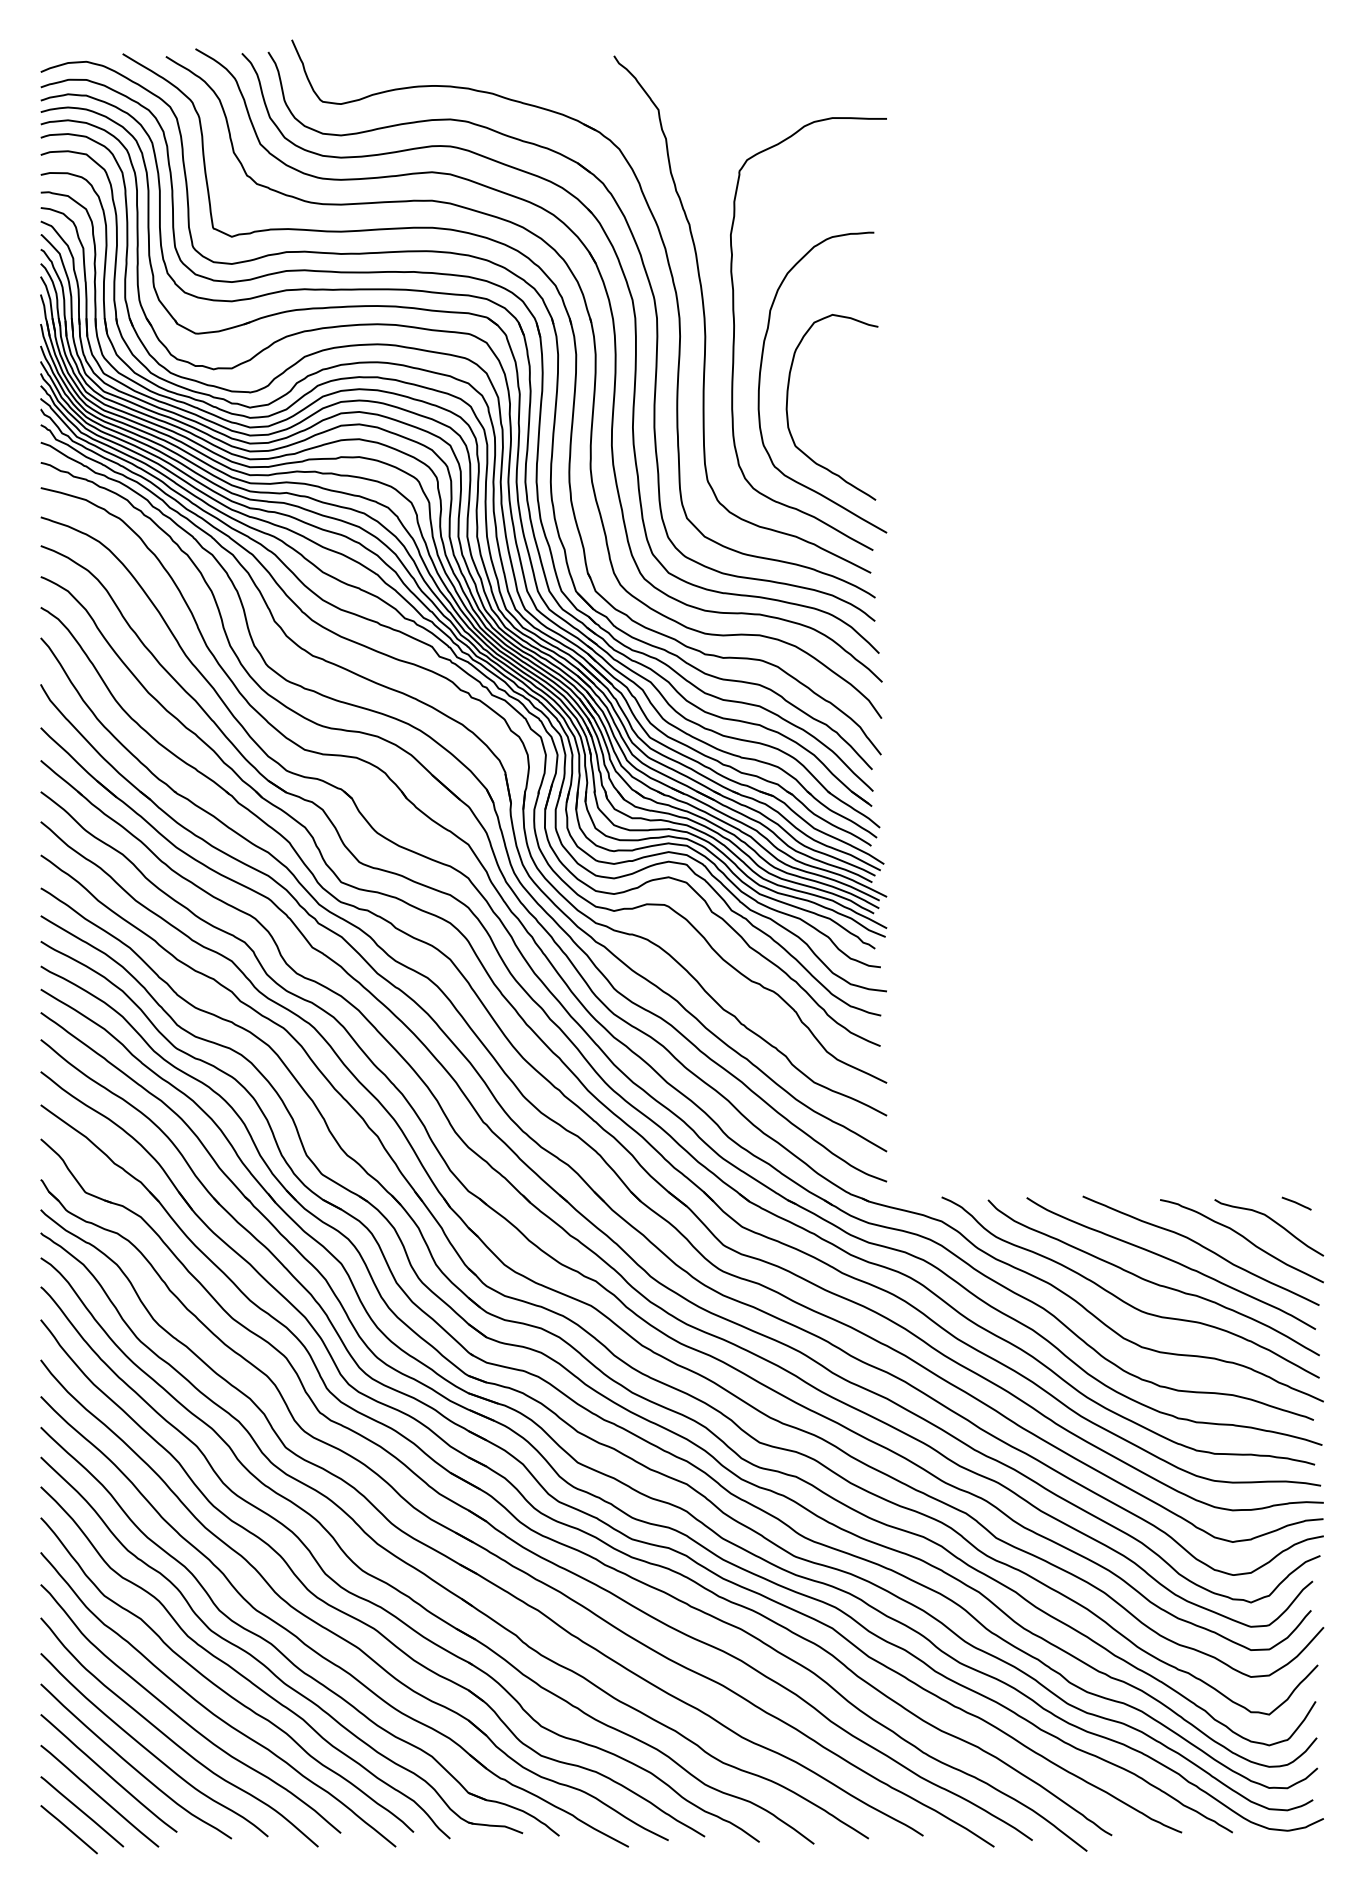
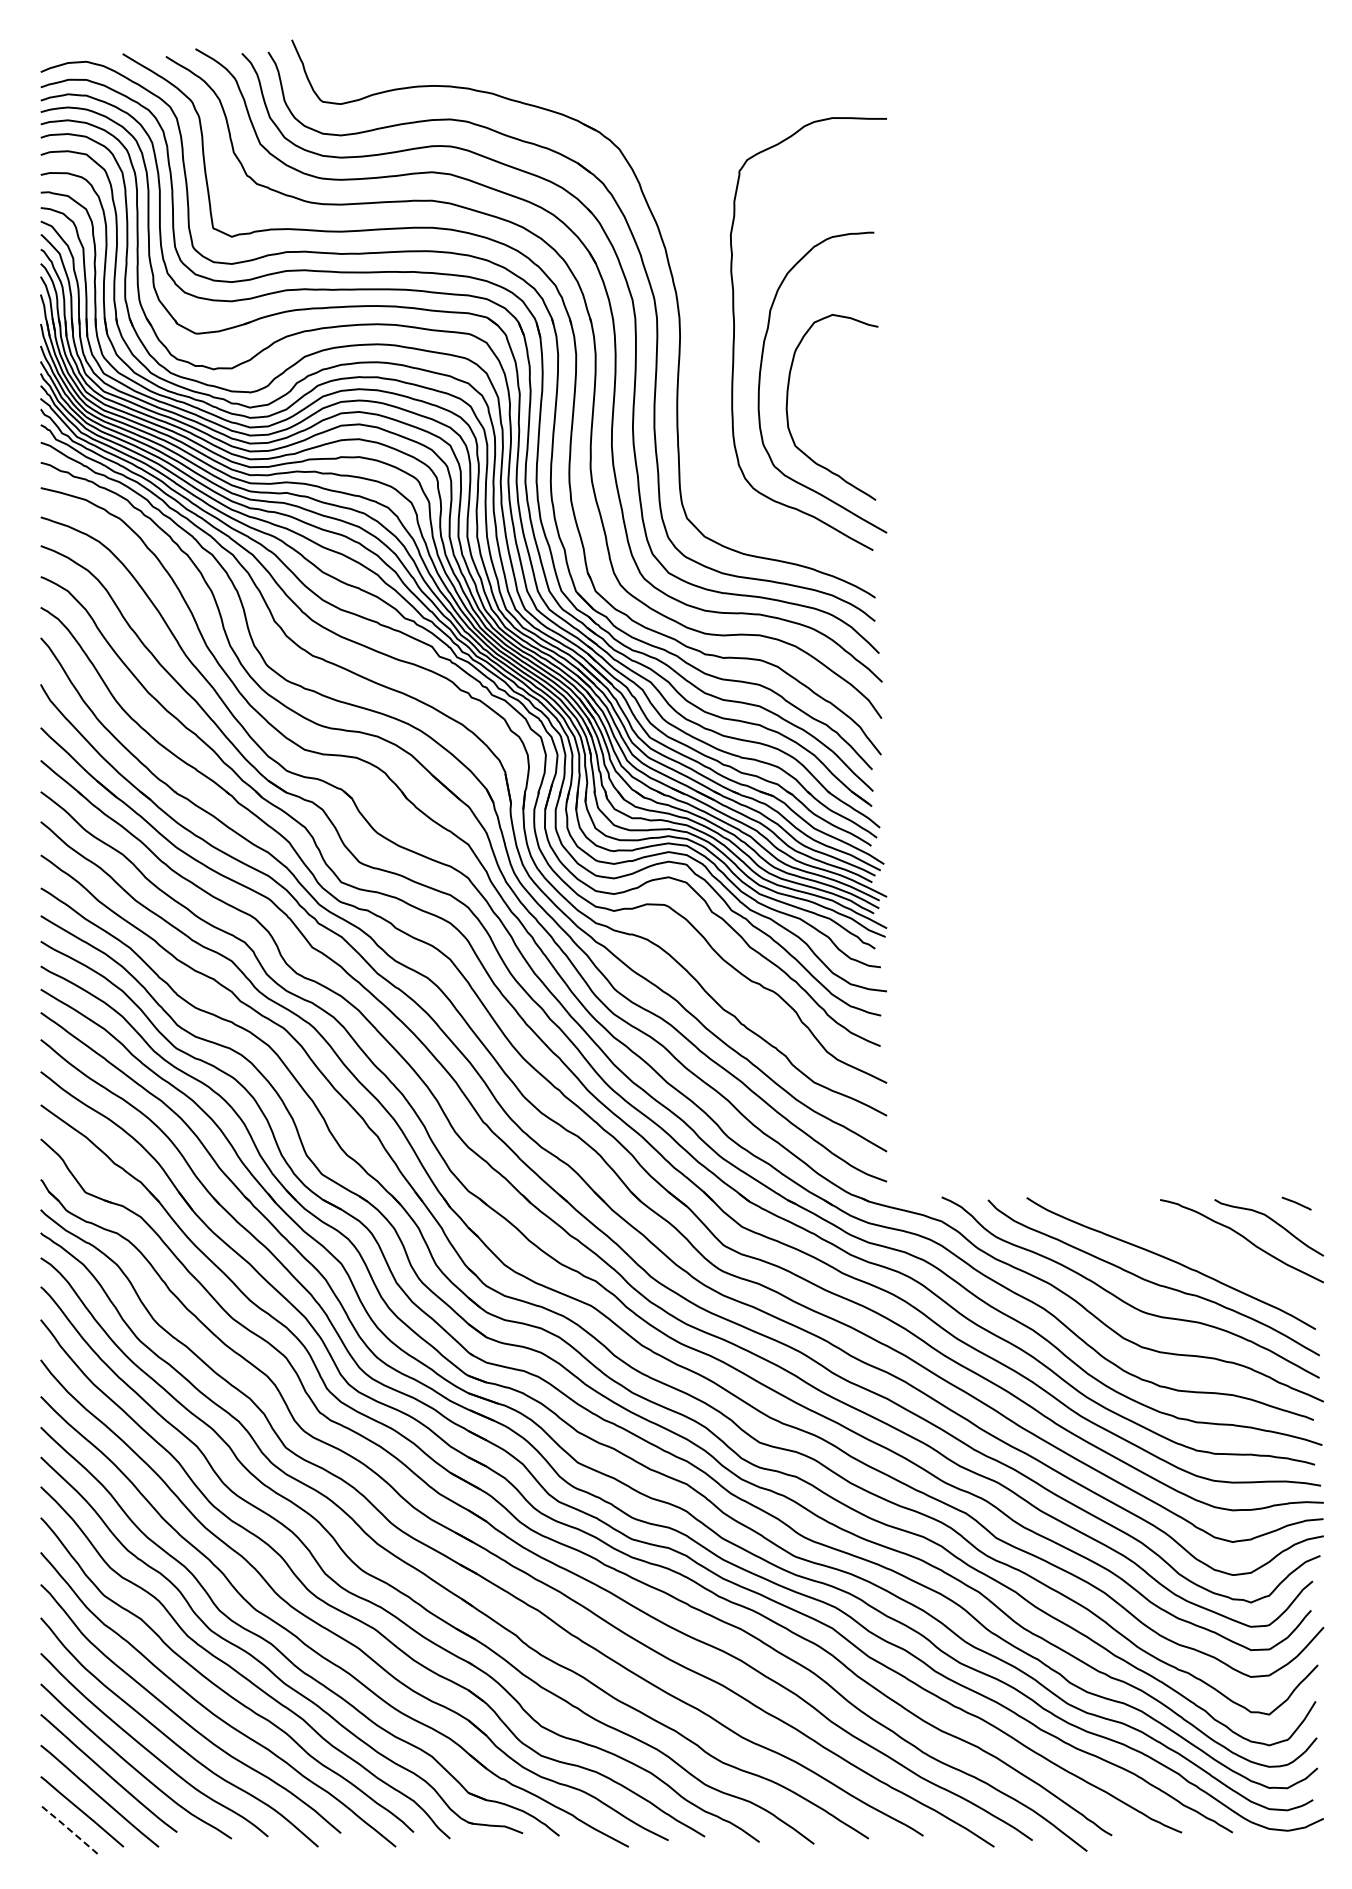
curve at (705, 314): present -> none
curve at (1202, 1247): present -> none
line at (68, 1828): solid -> dashed
